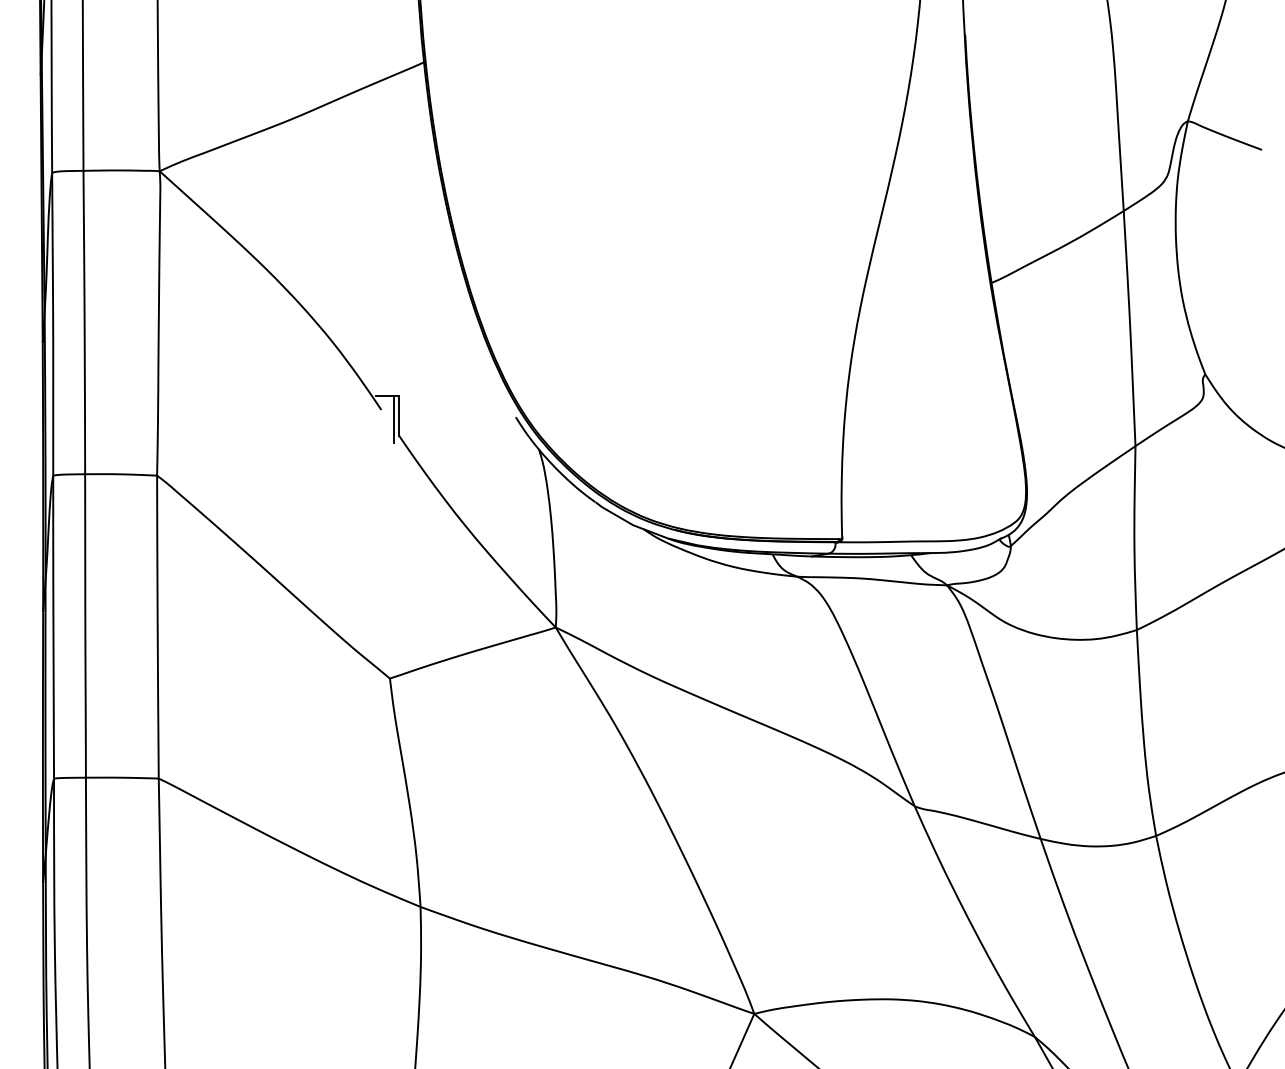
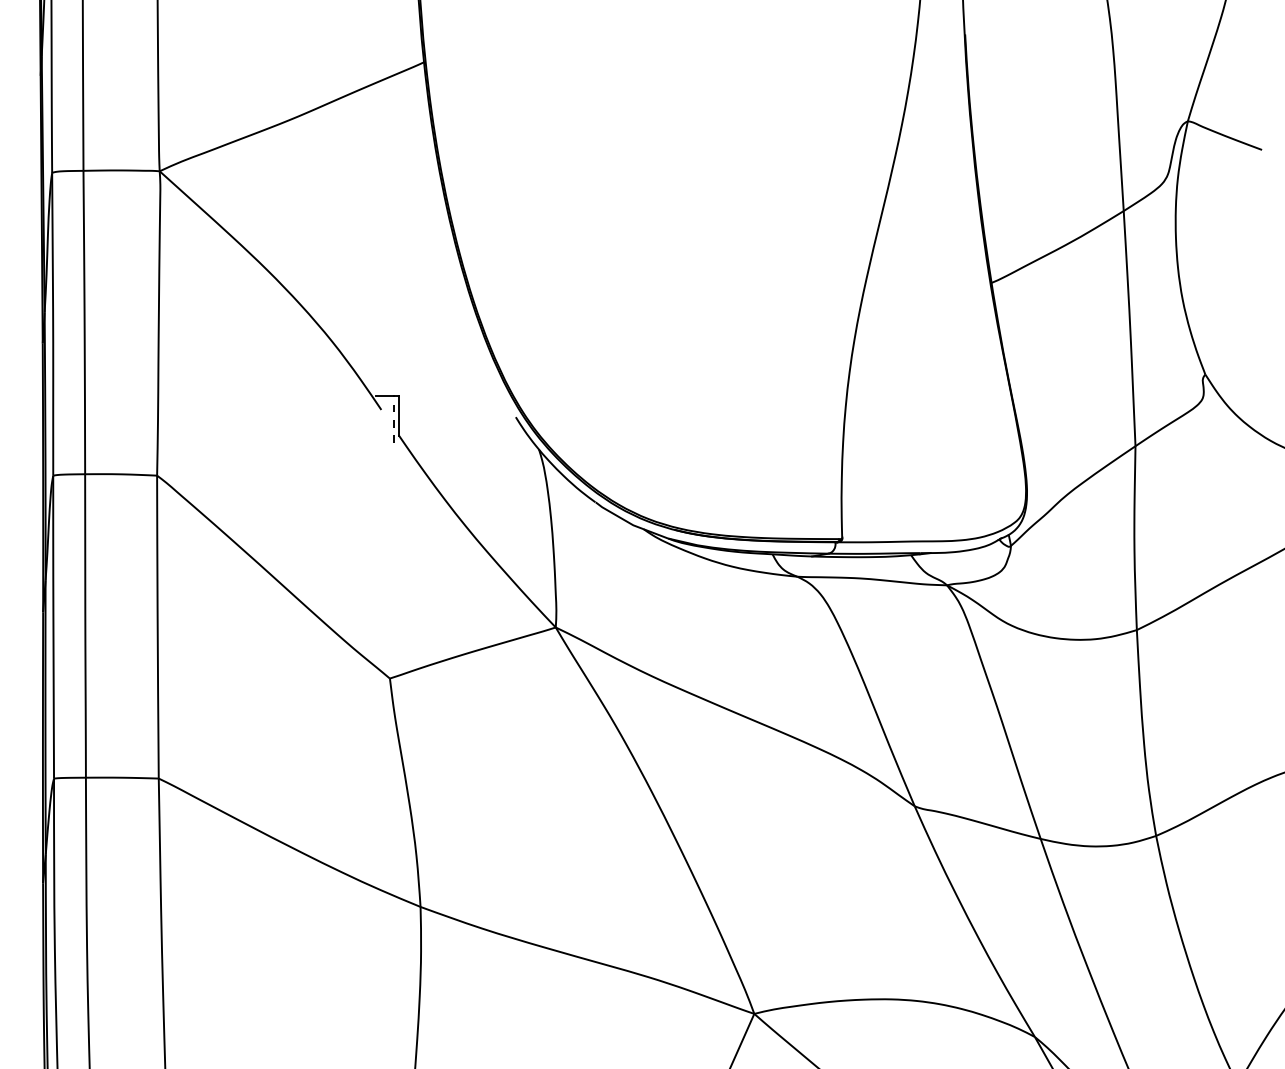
line at (393, 418): solid -> dashed
